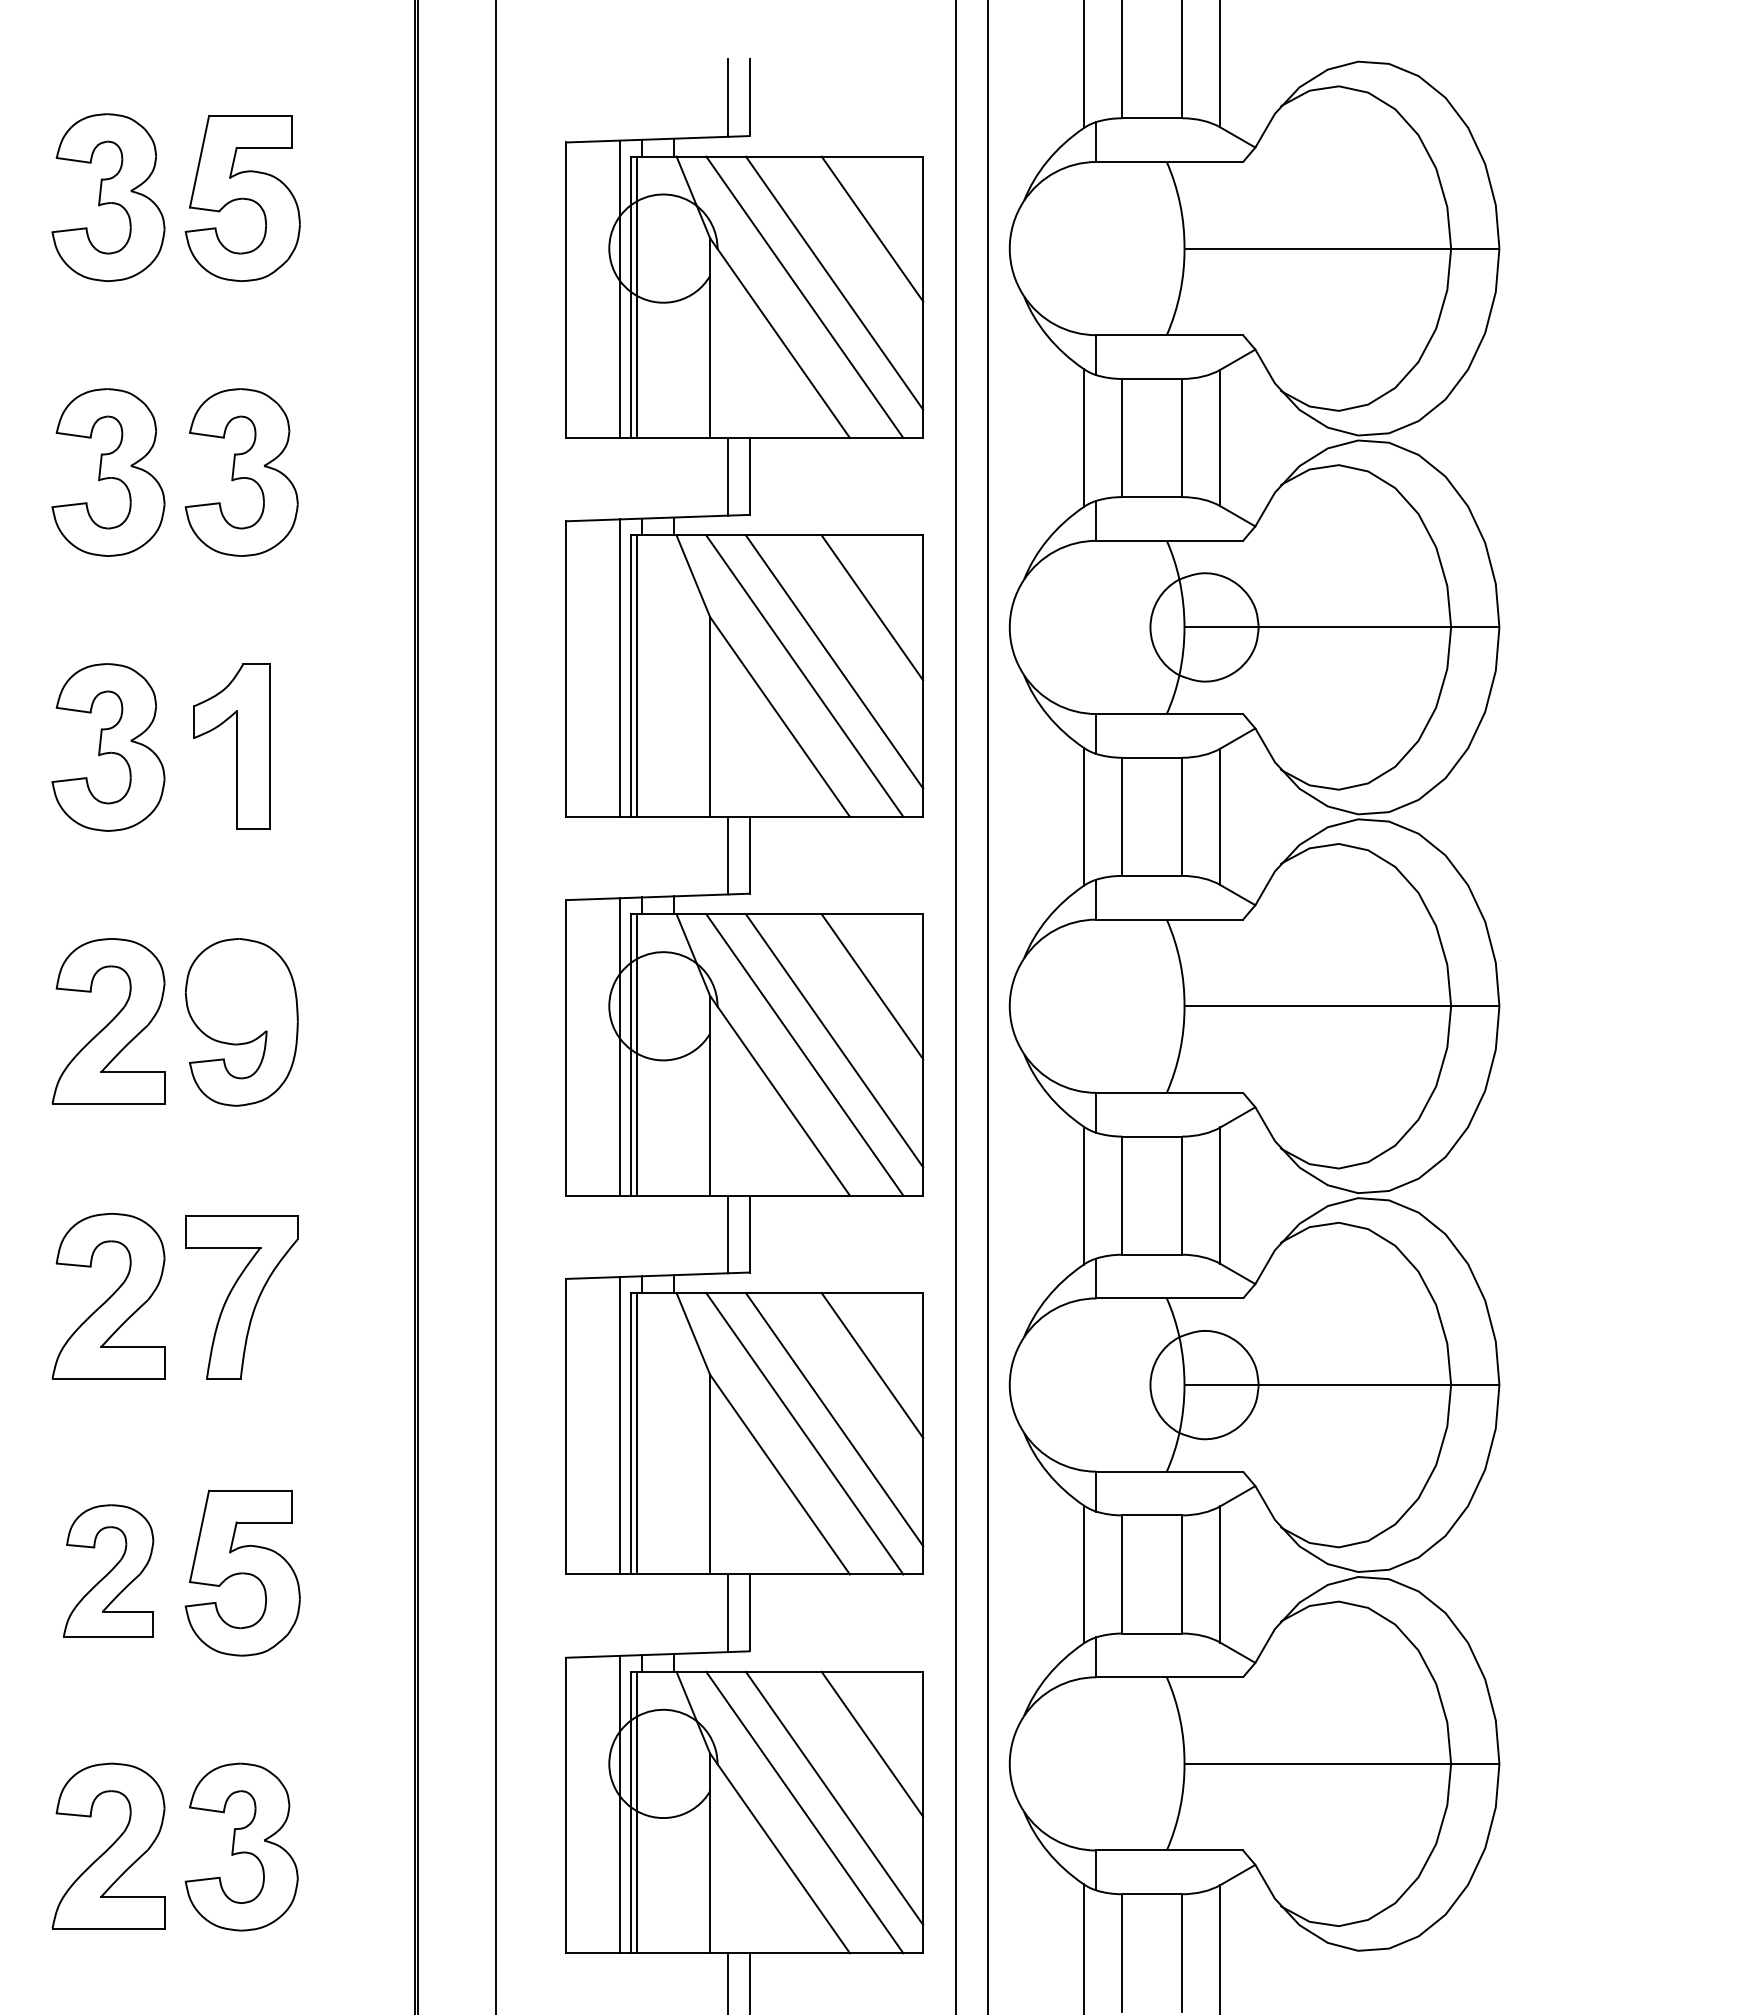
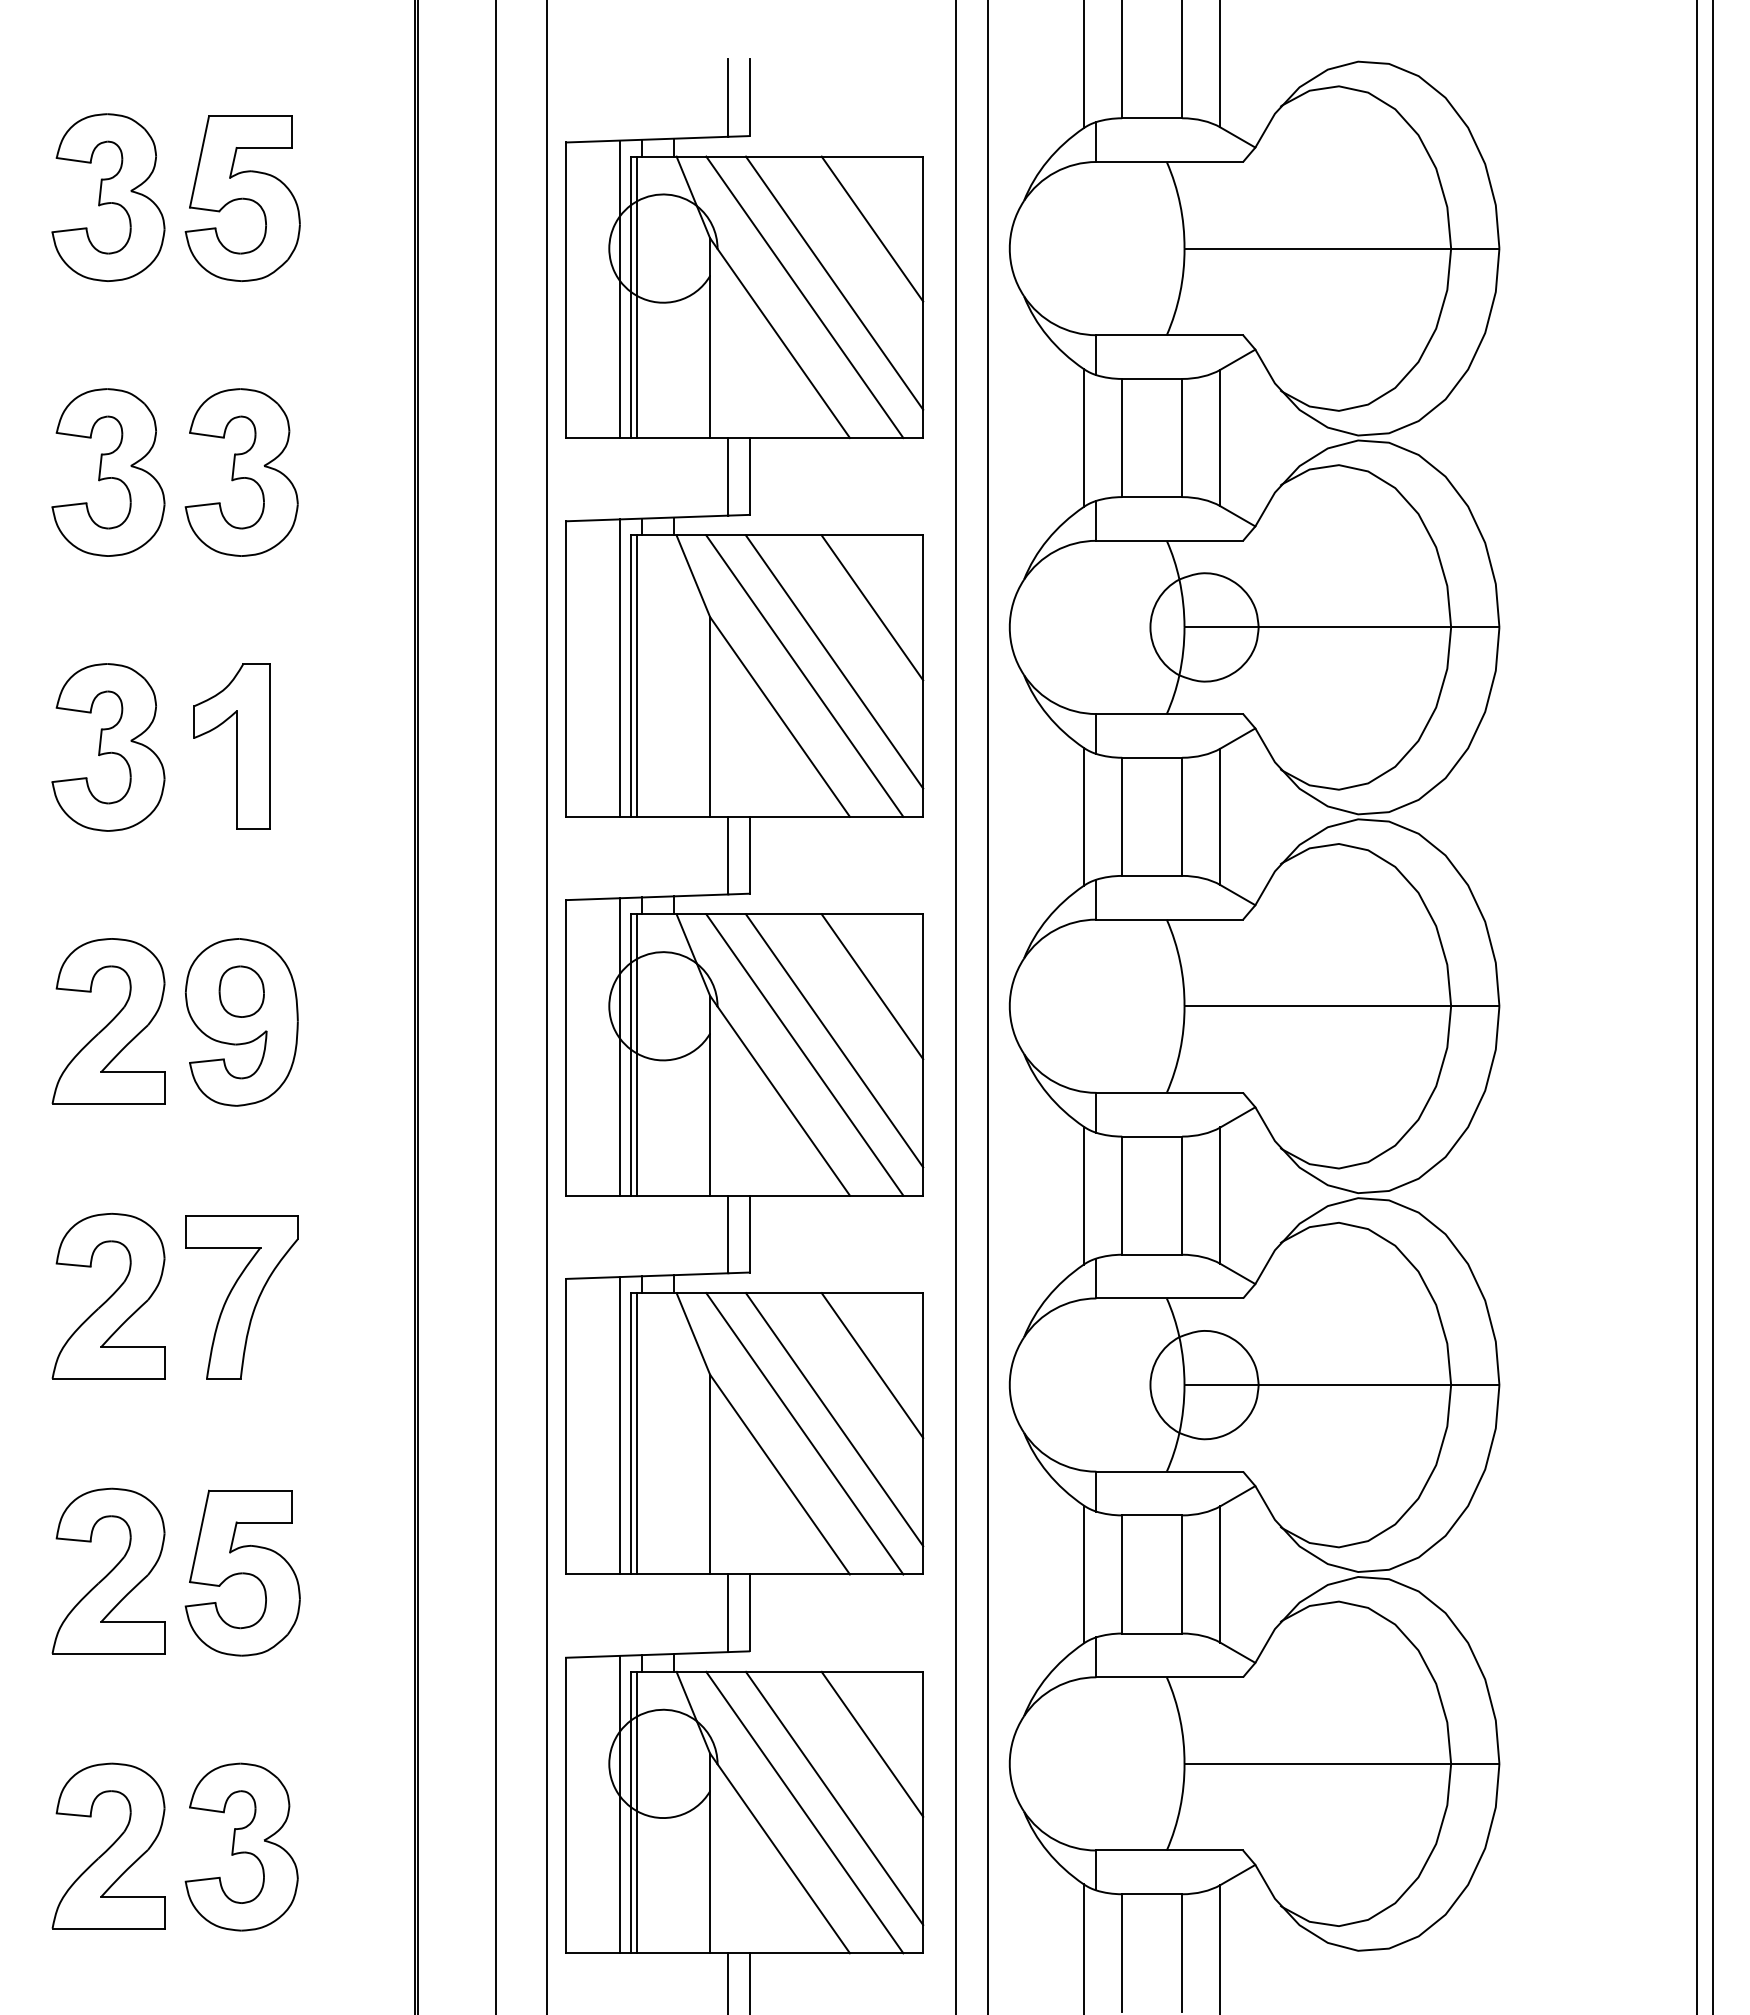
part at (241, 991): none -> present
line at (546, 1006): none -> present
line at (1697, 1006): none -> present
line at (1713, 1006): none -> present
part at (108, 1570) size: 92x134 px -> 115x168 px
